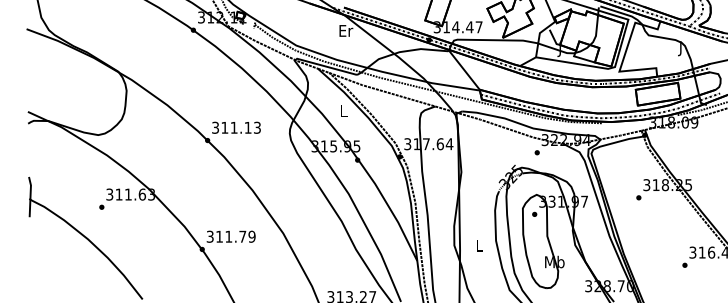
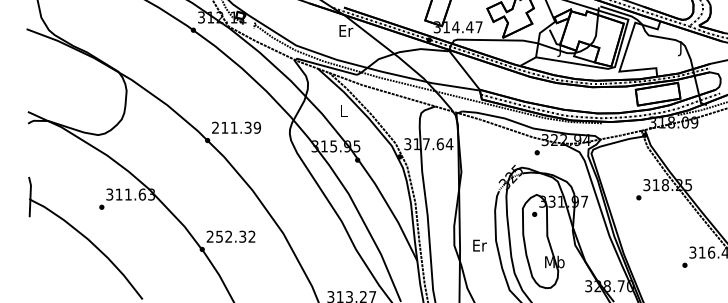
text at (236, 127): 311.13 -> 211.39
text at (230, 236): 311.79 -> 252.32
text at (479, 245): L -> Er
